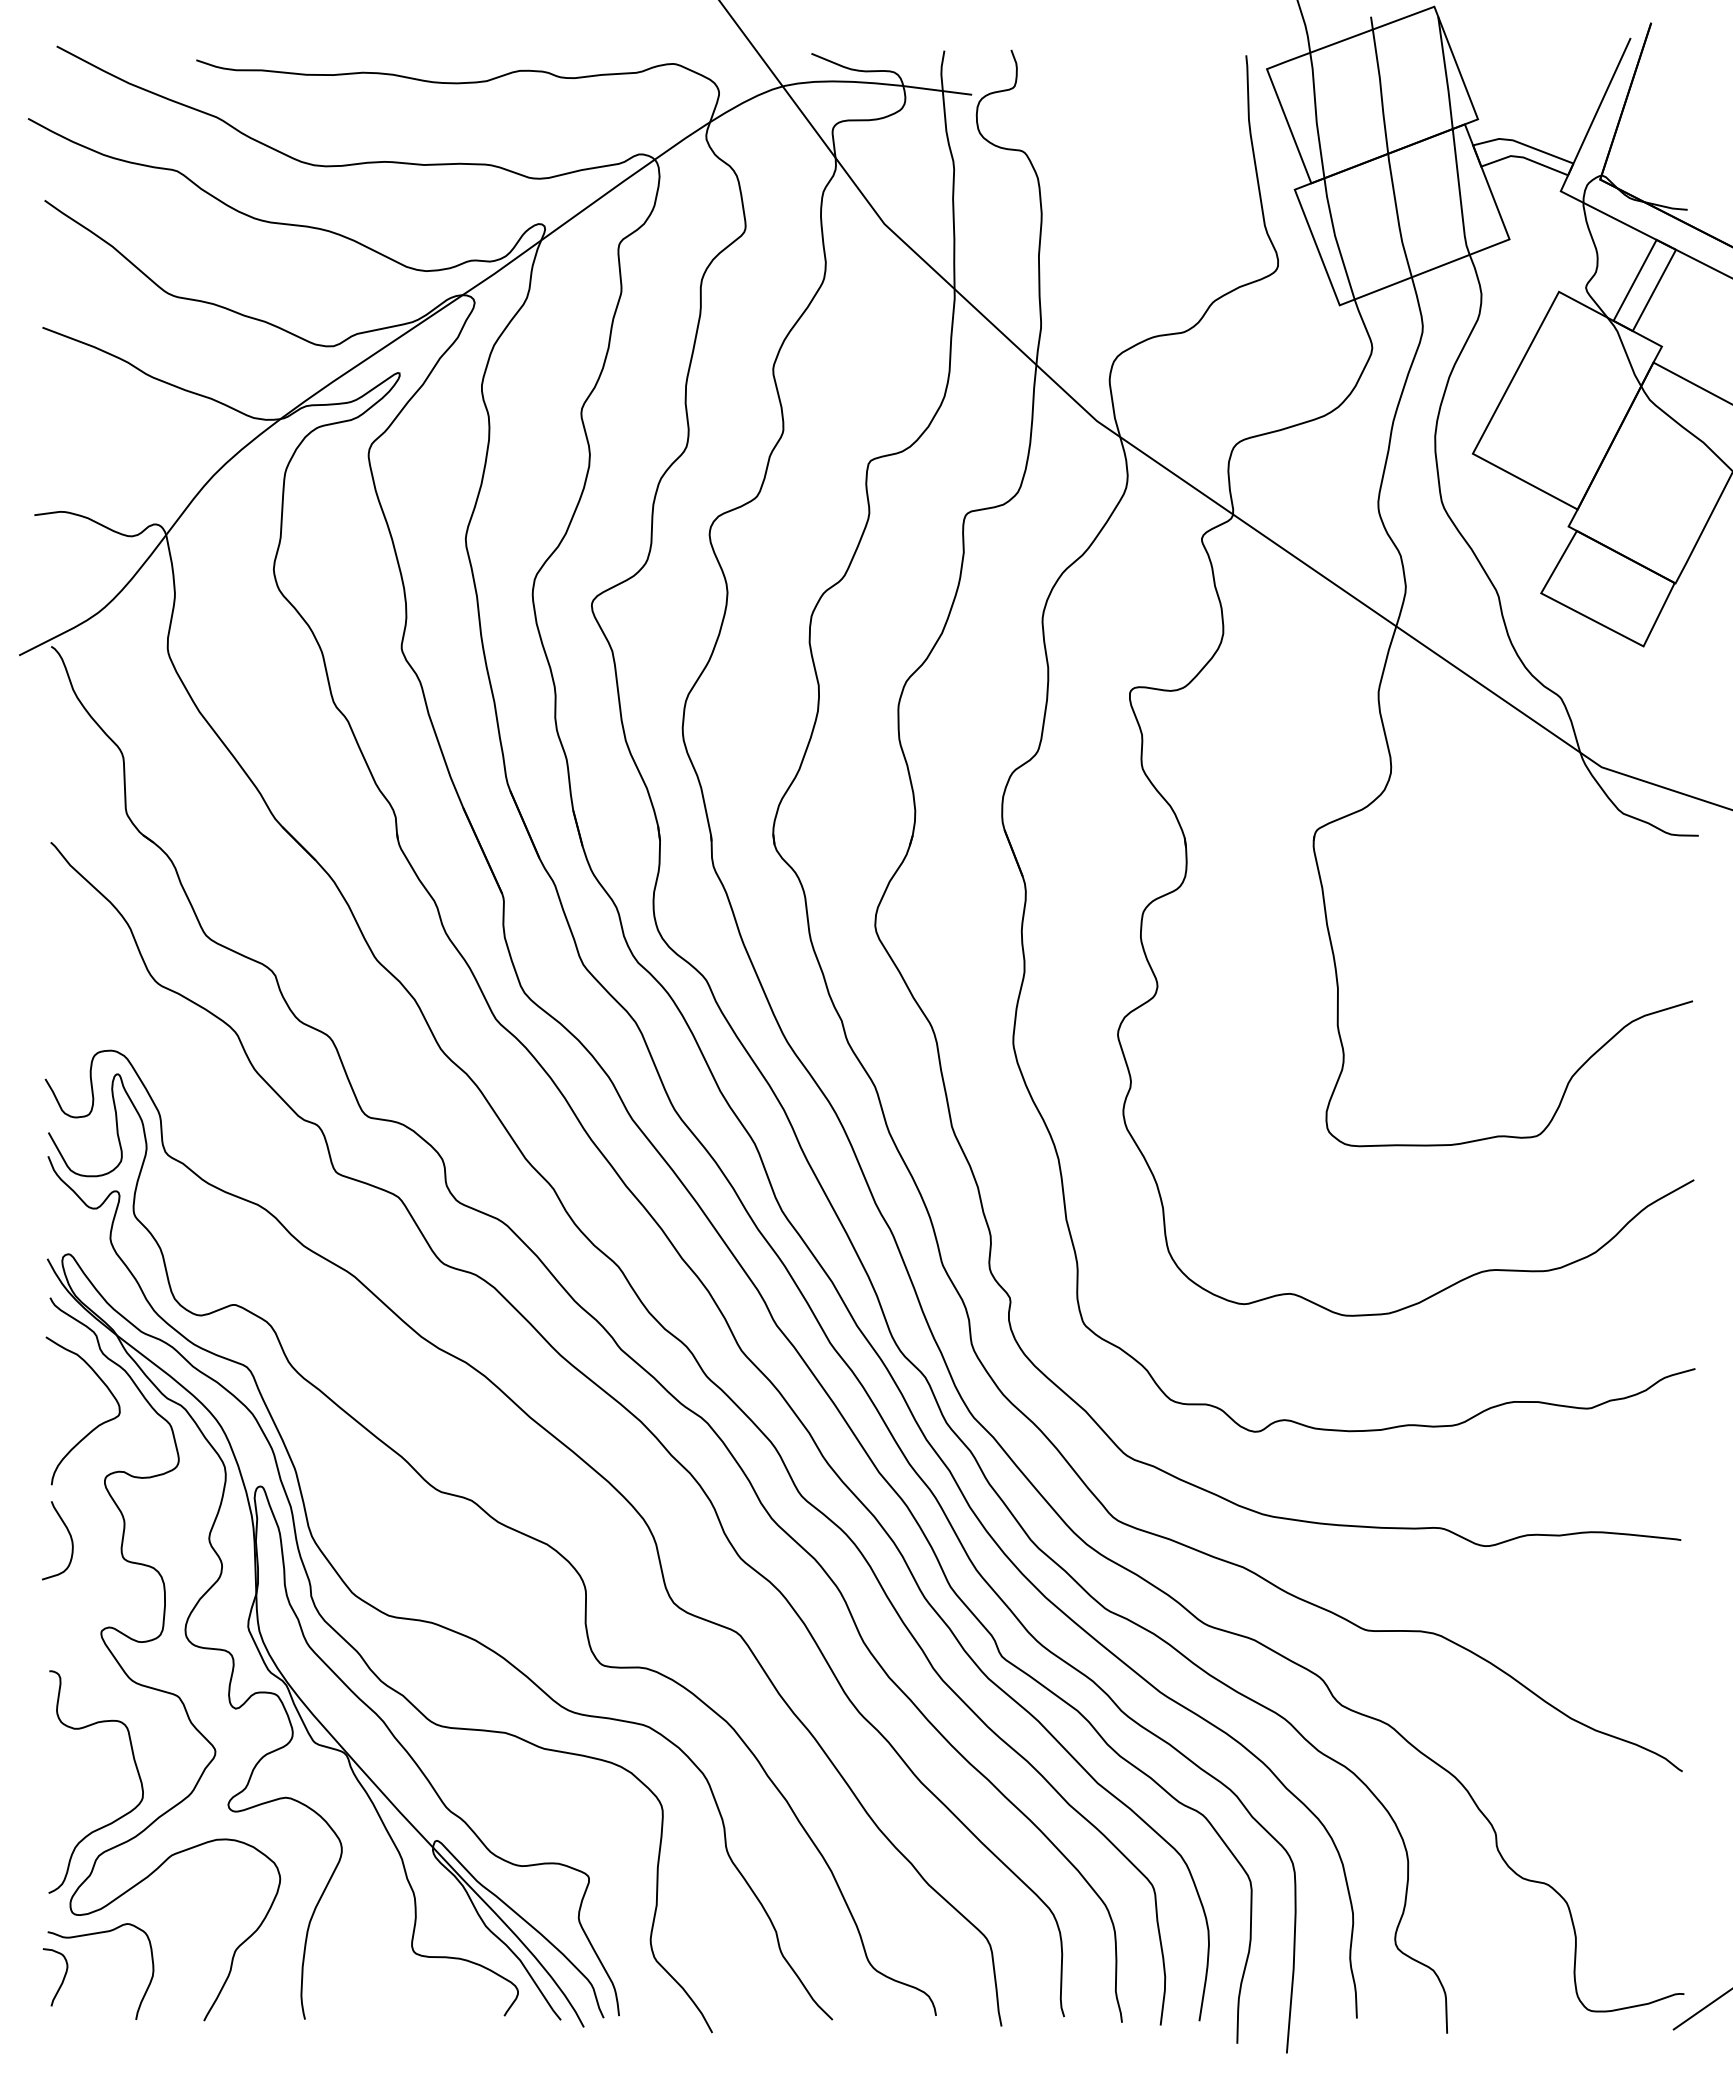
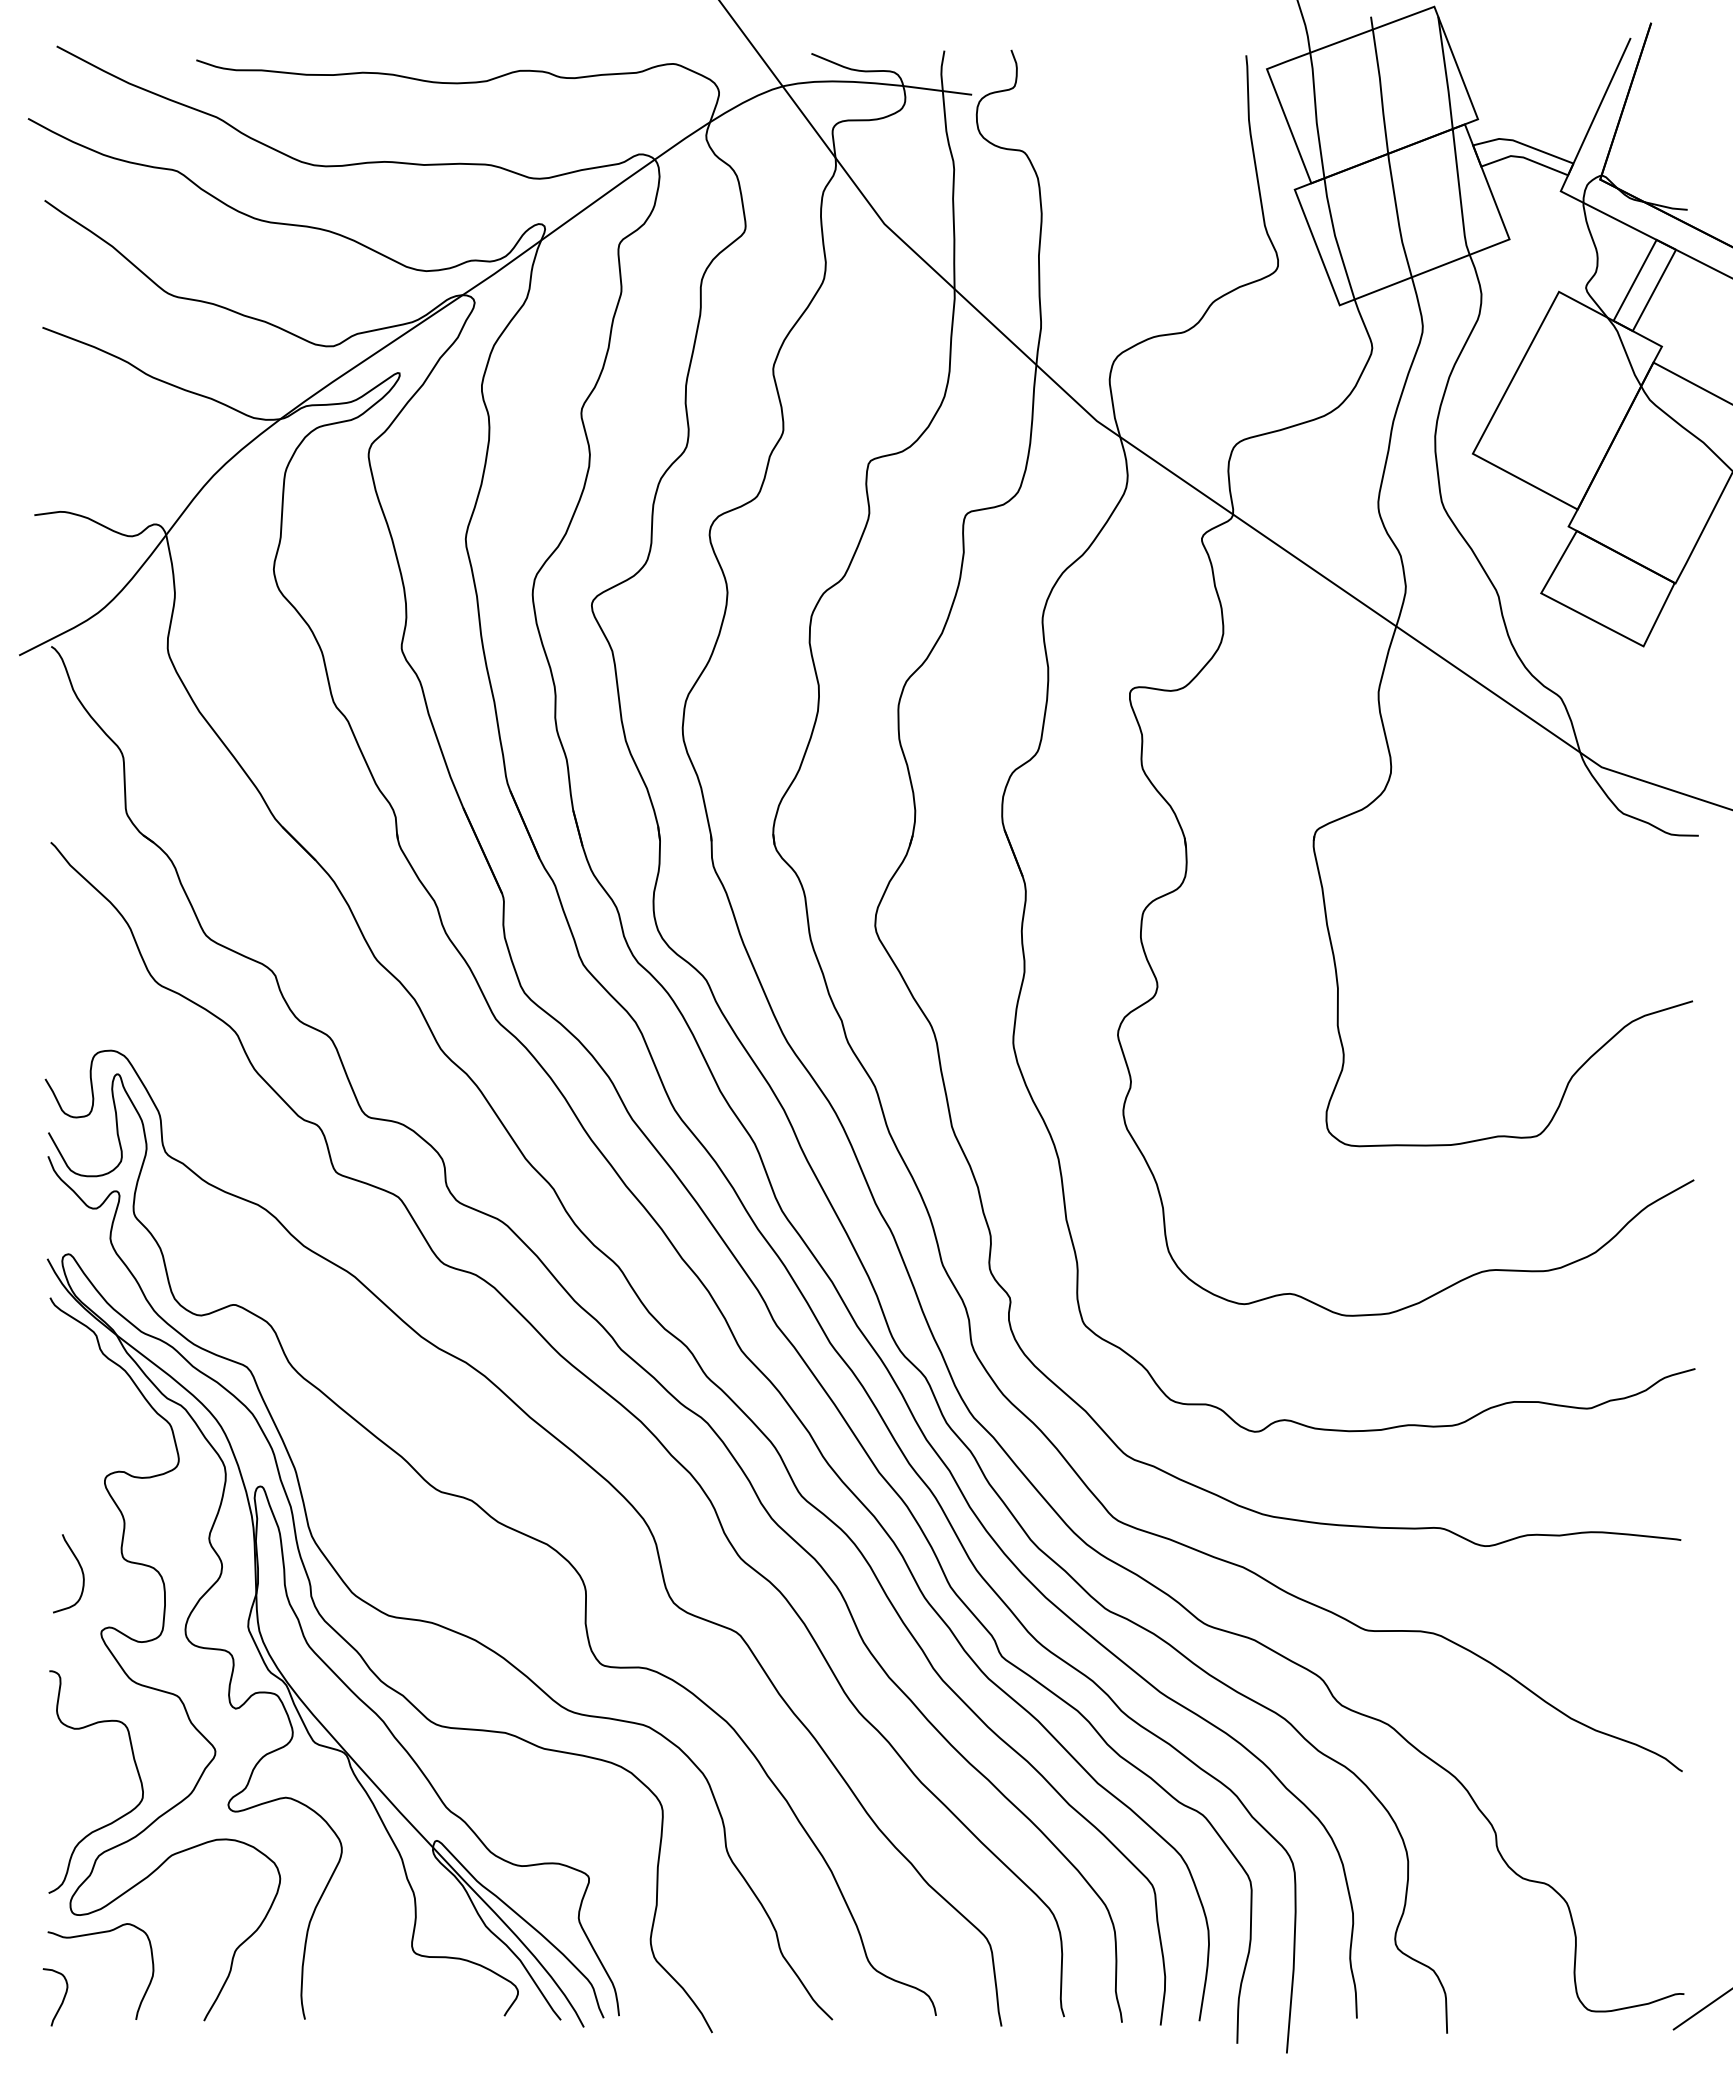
curve at (94, 1427): present -> none
curve at (69, 1535) position: (69, 1535) -> (80, 1568)
curve at (62, 1979) position: (62, 1979) -> (62, 1999)
